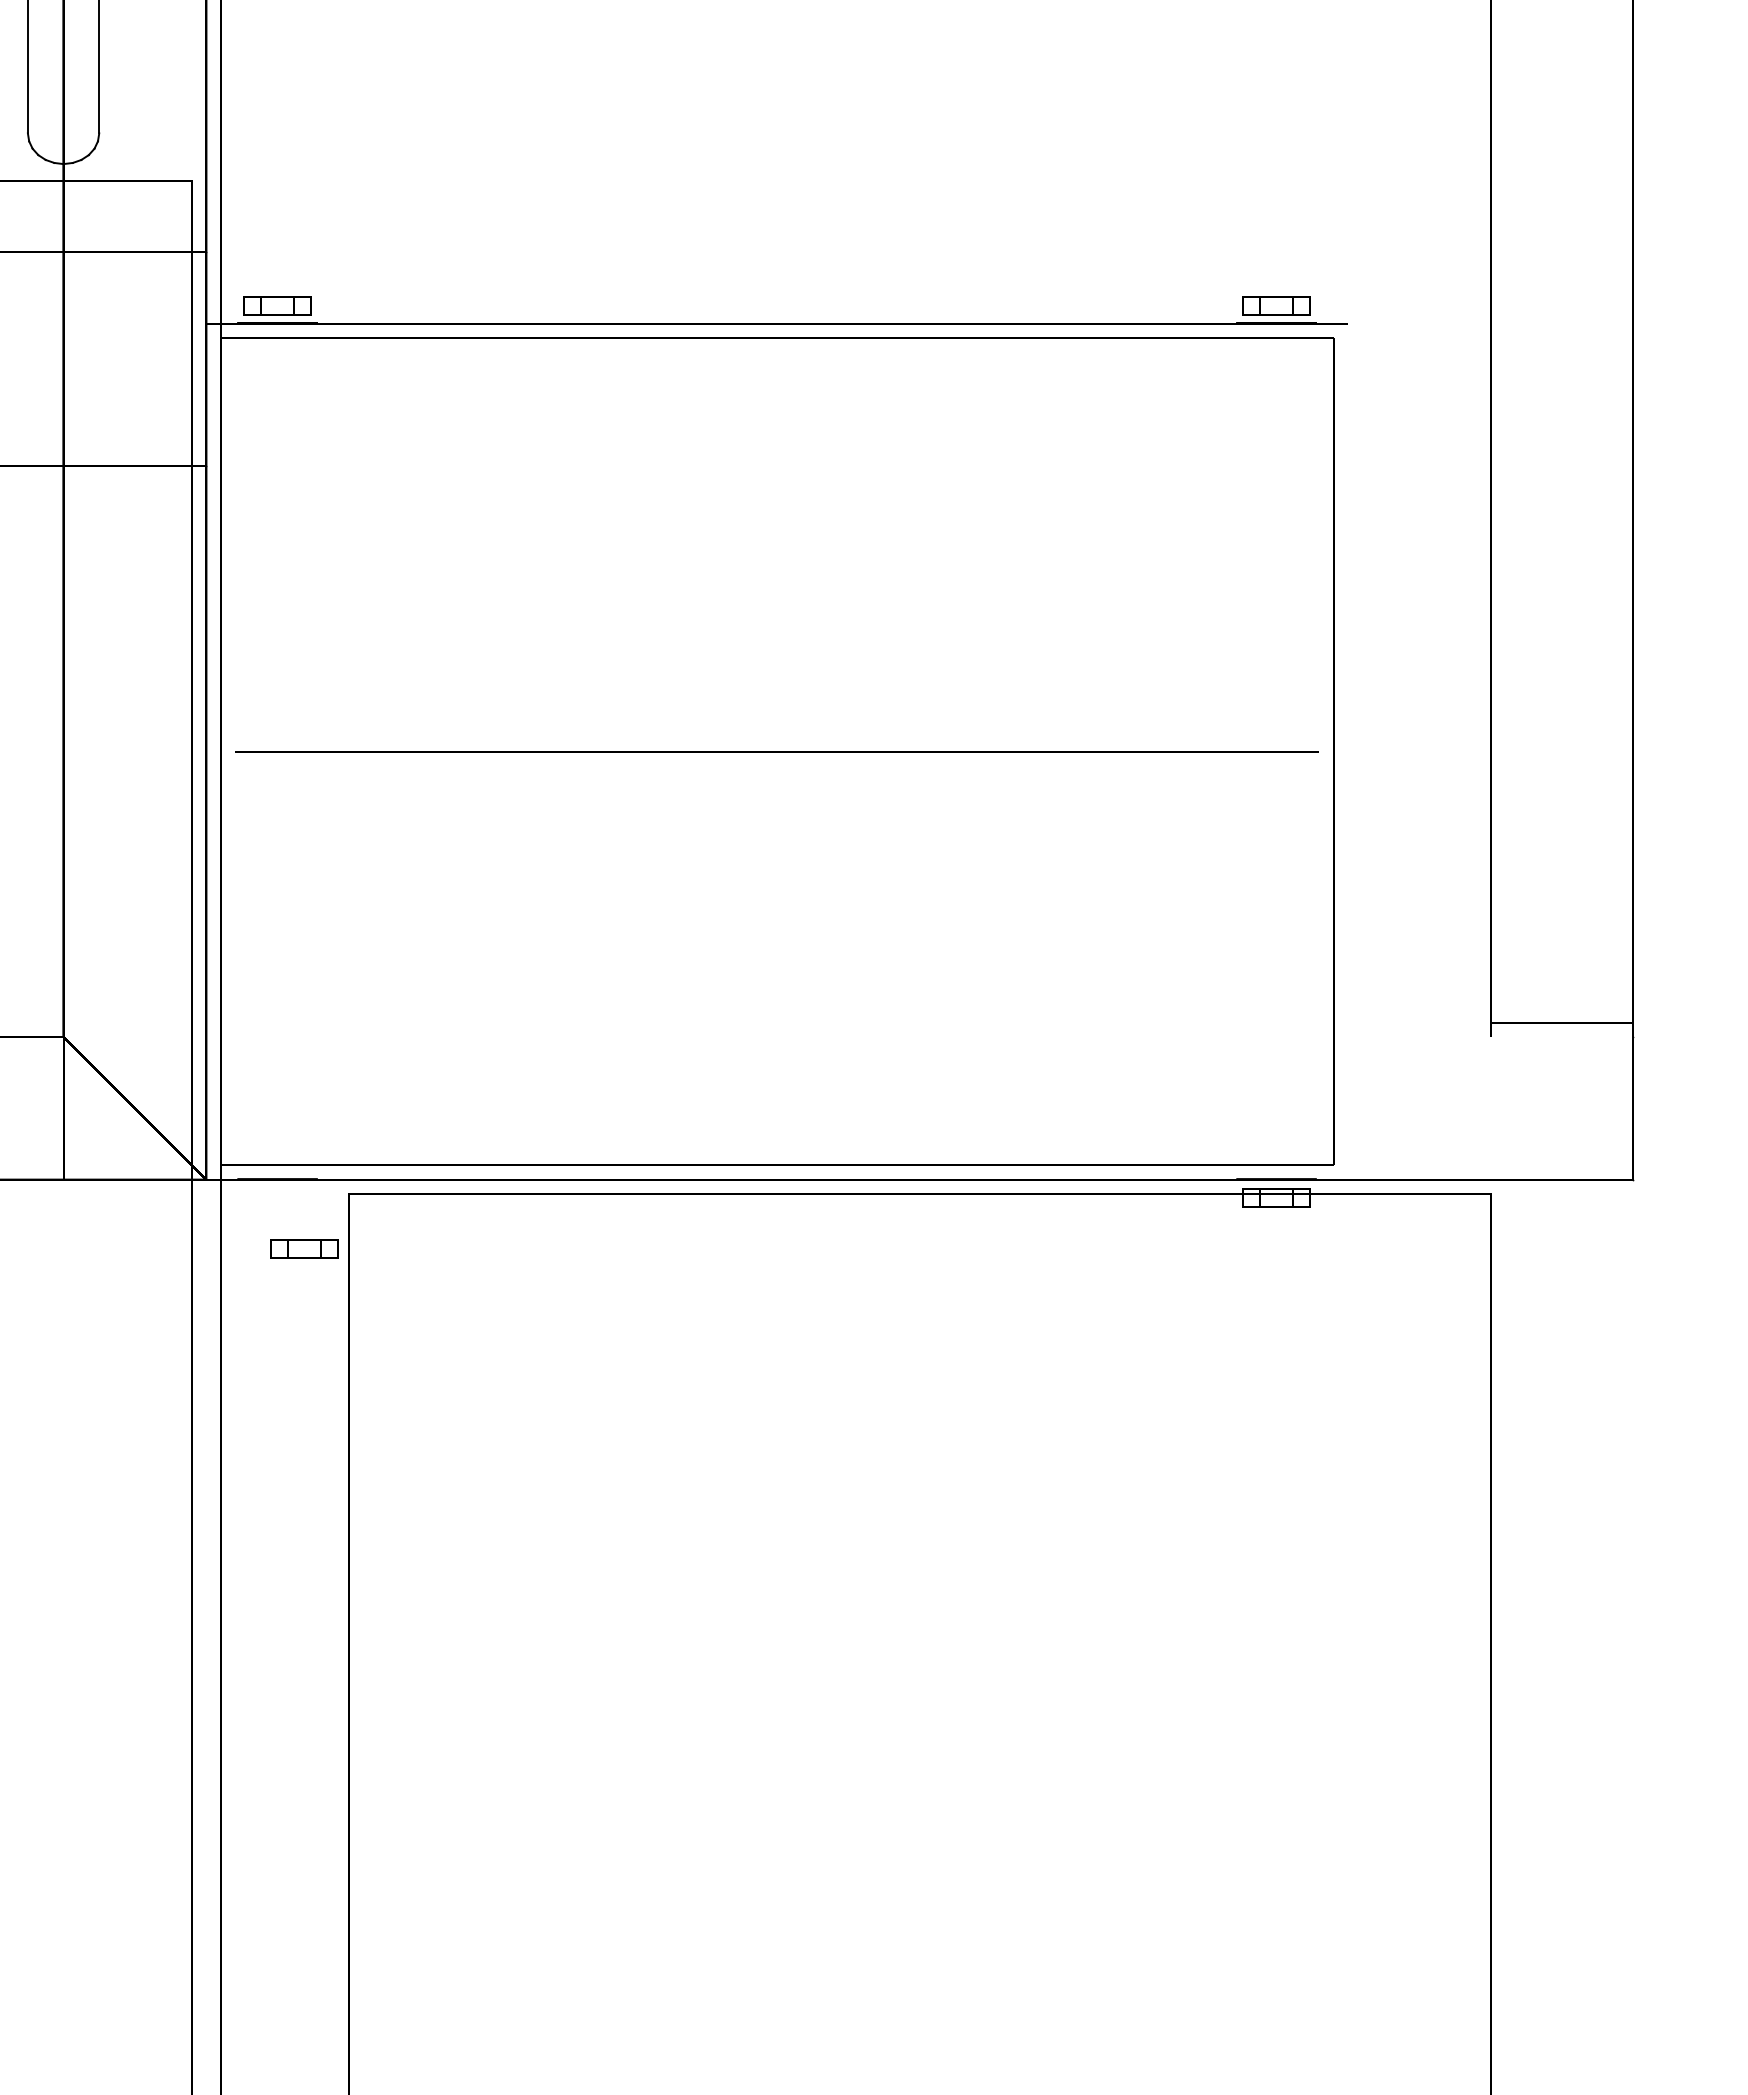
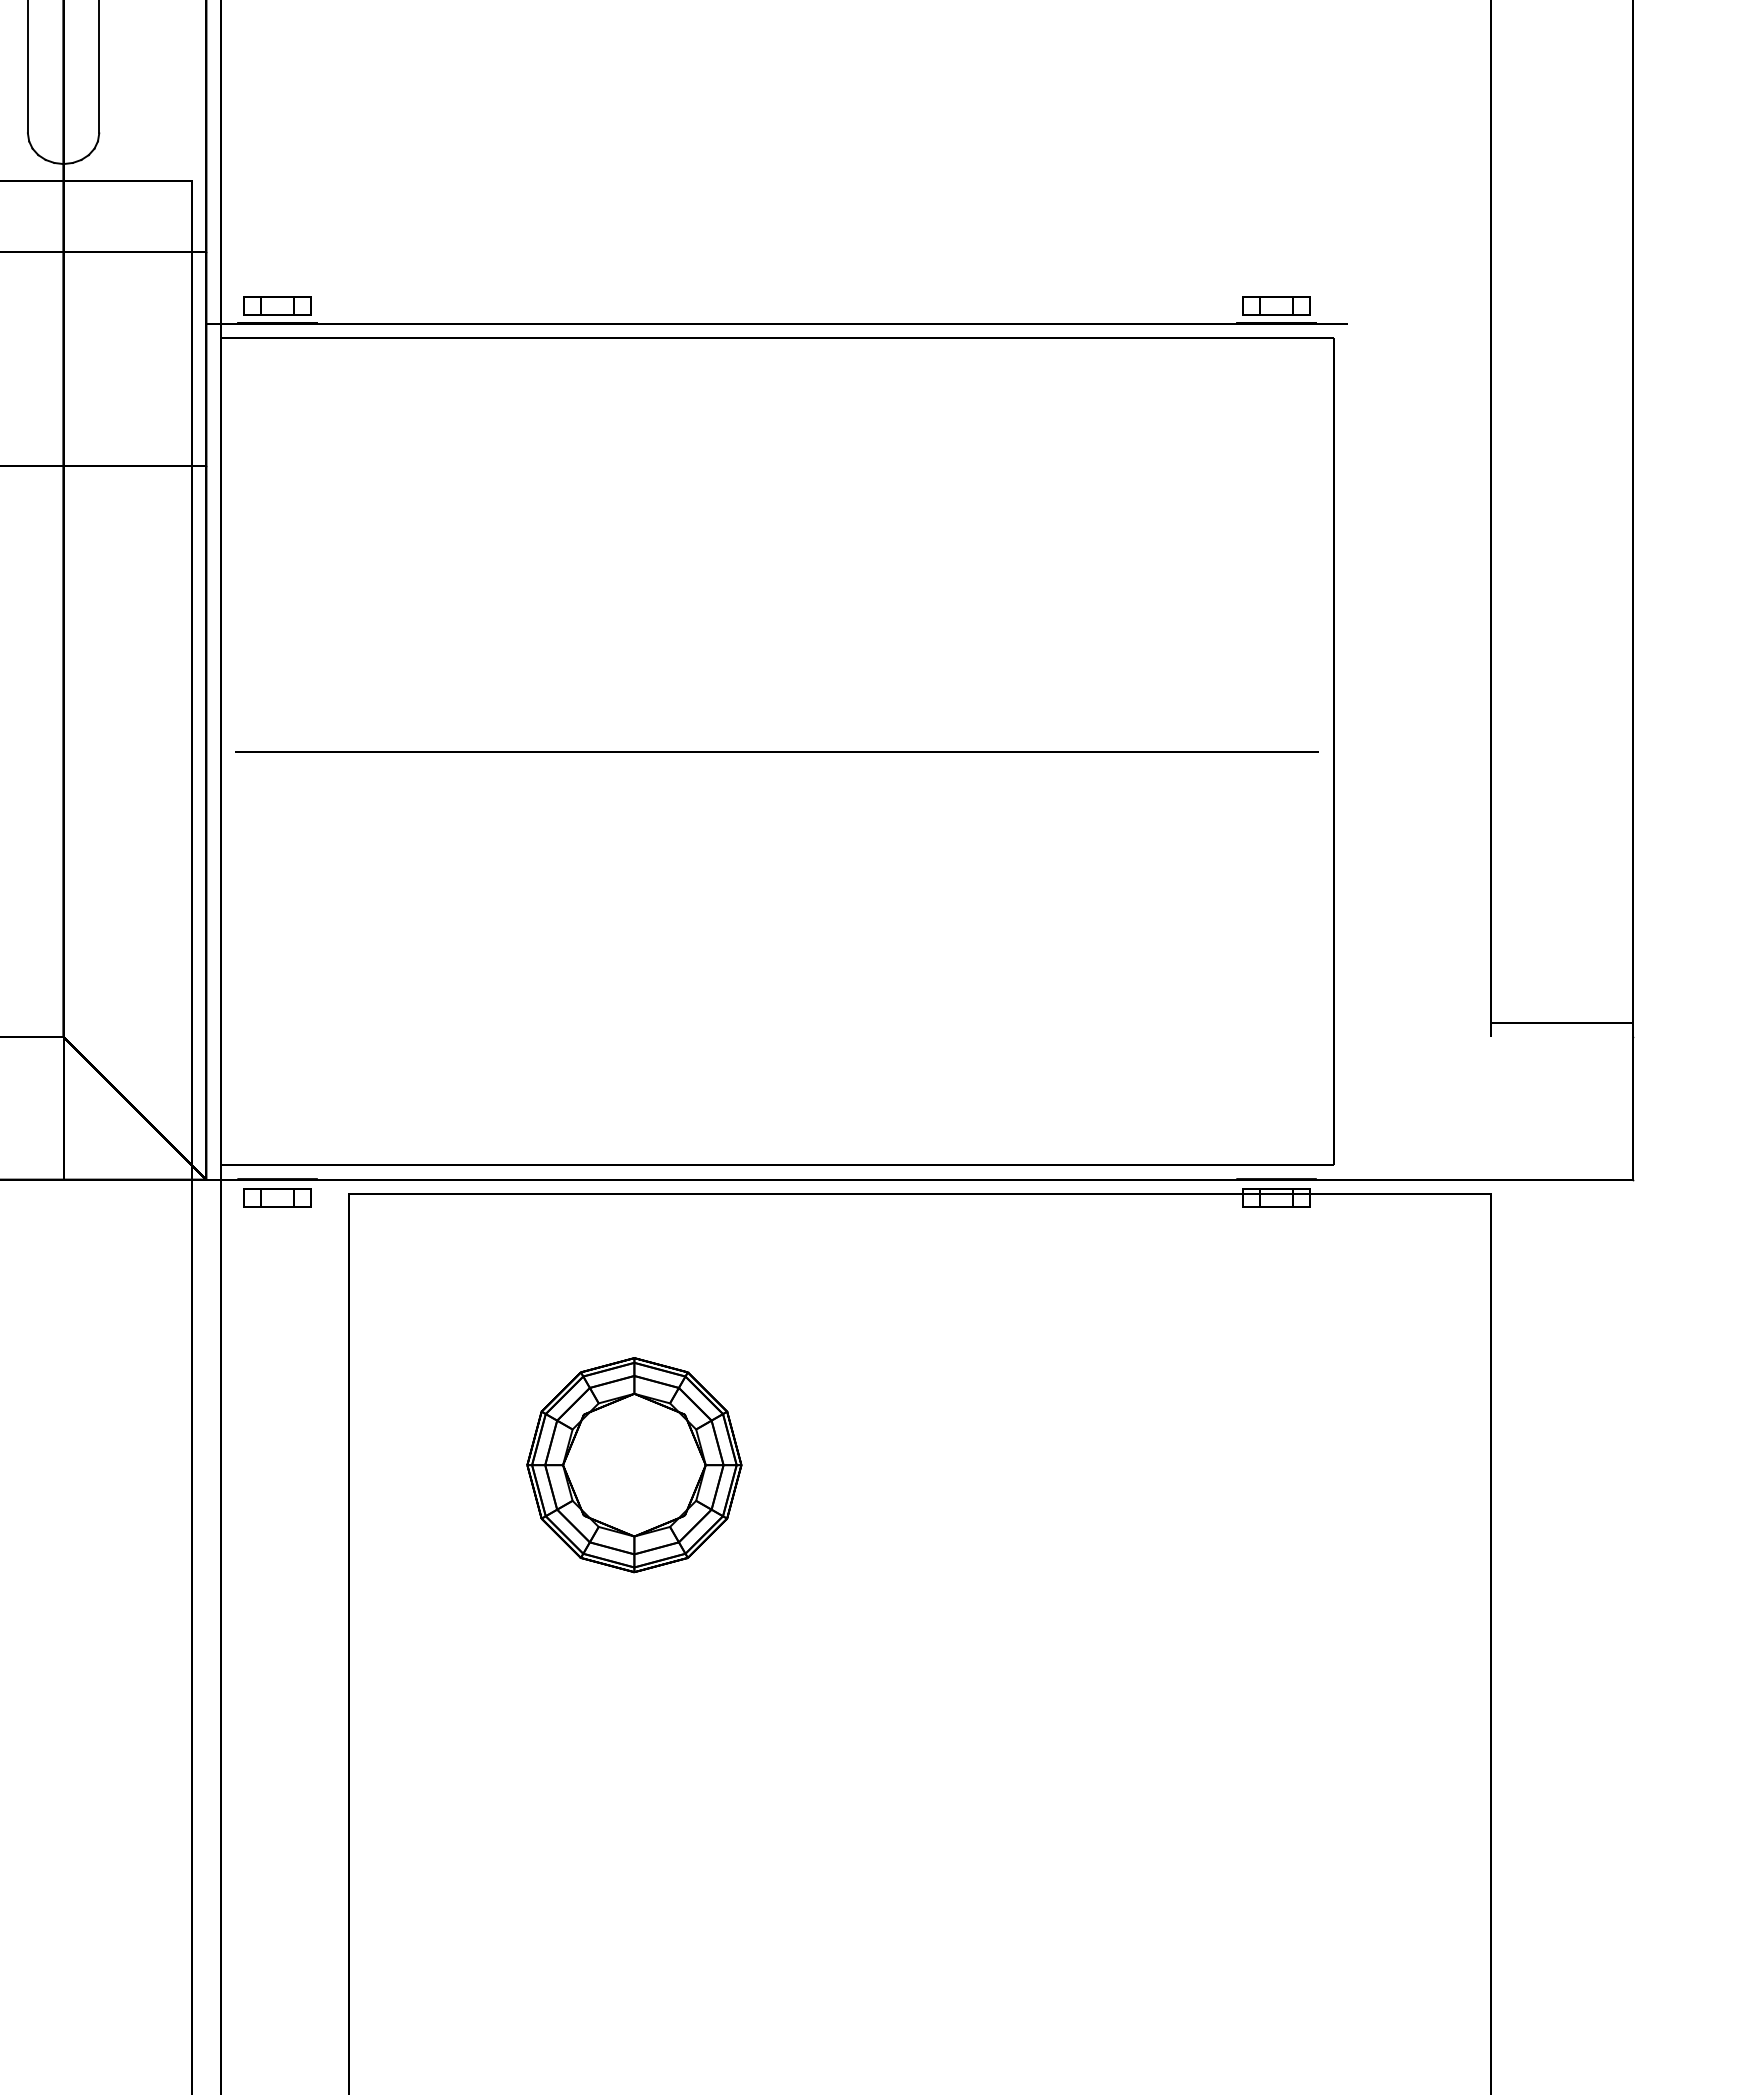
part at (304, 1248) position: (304, 1248) -> (277, 1197)
part at (634, 1465): none -> present
